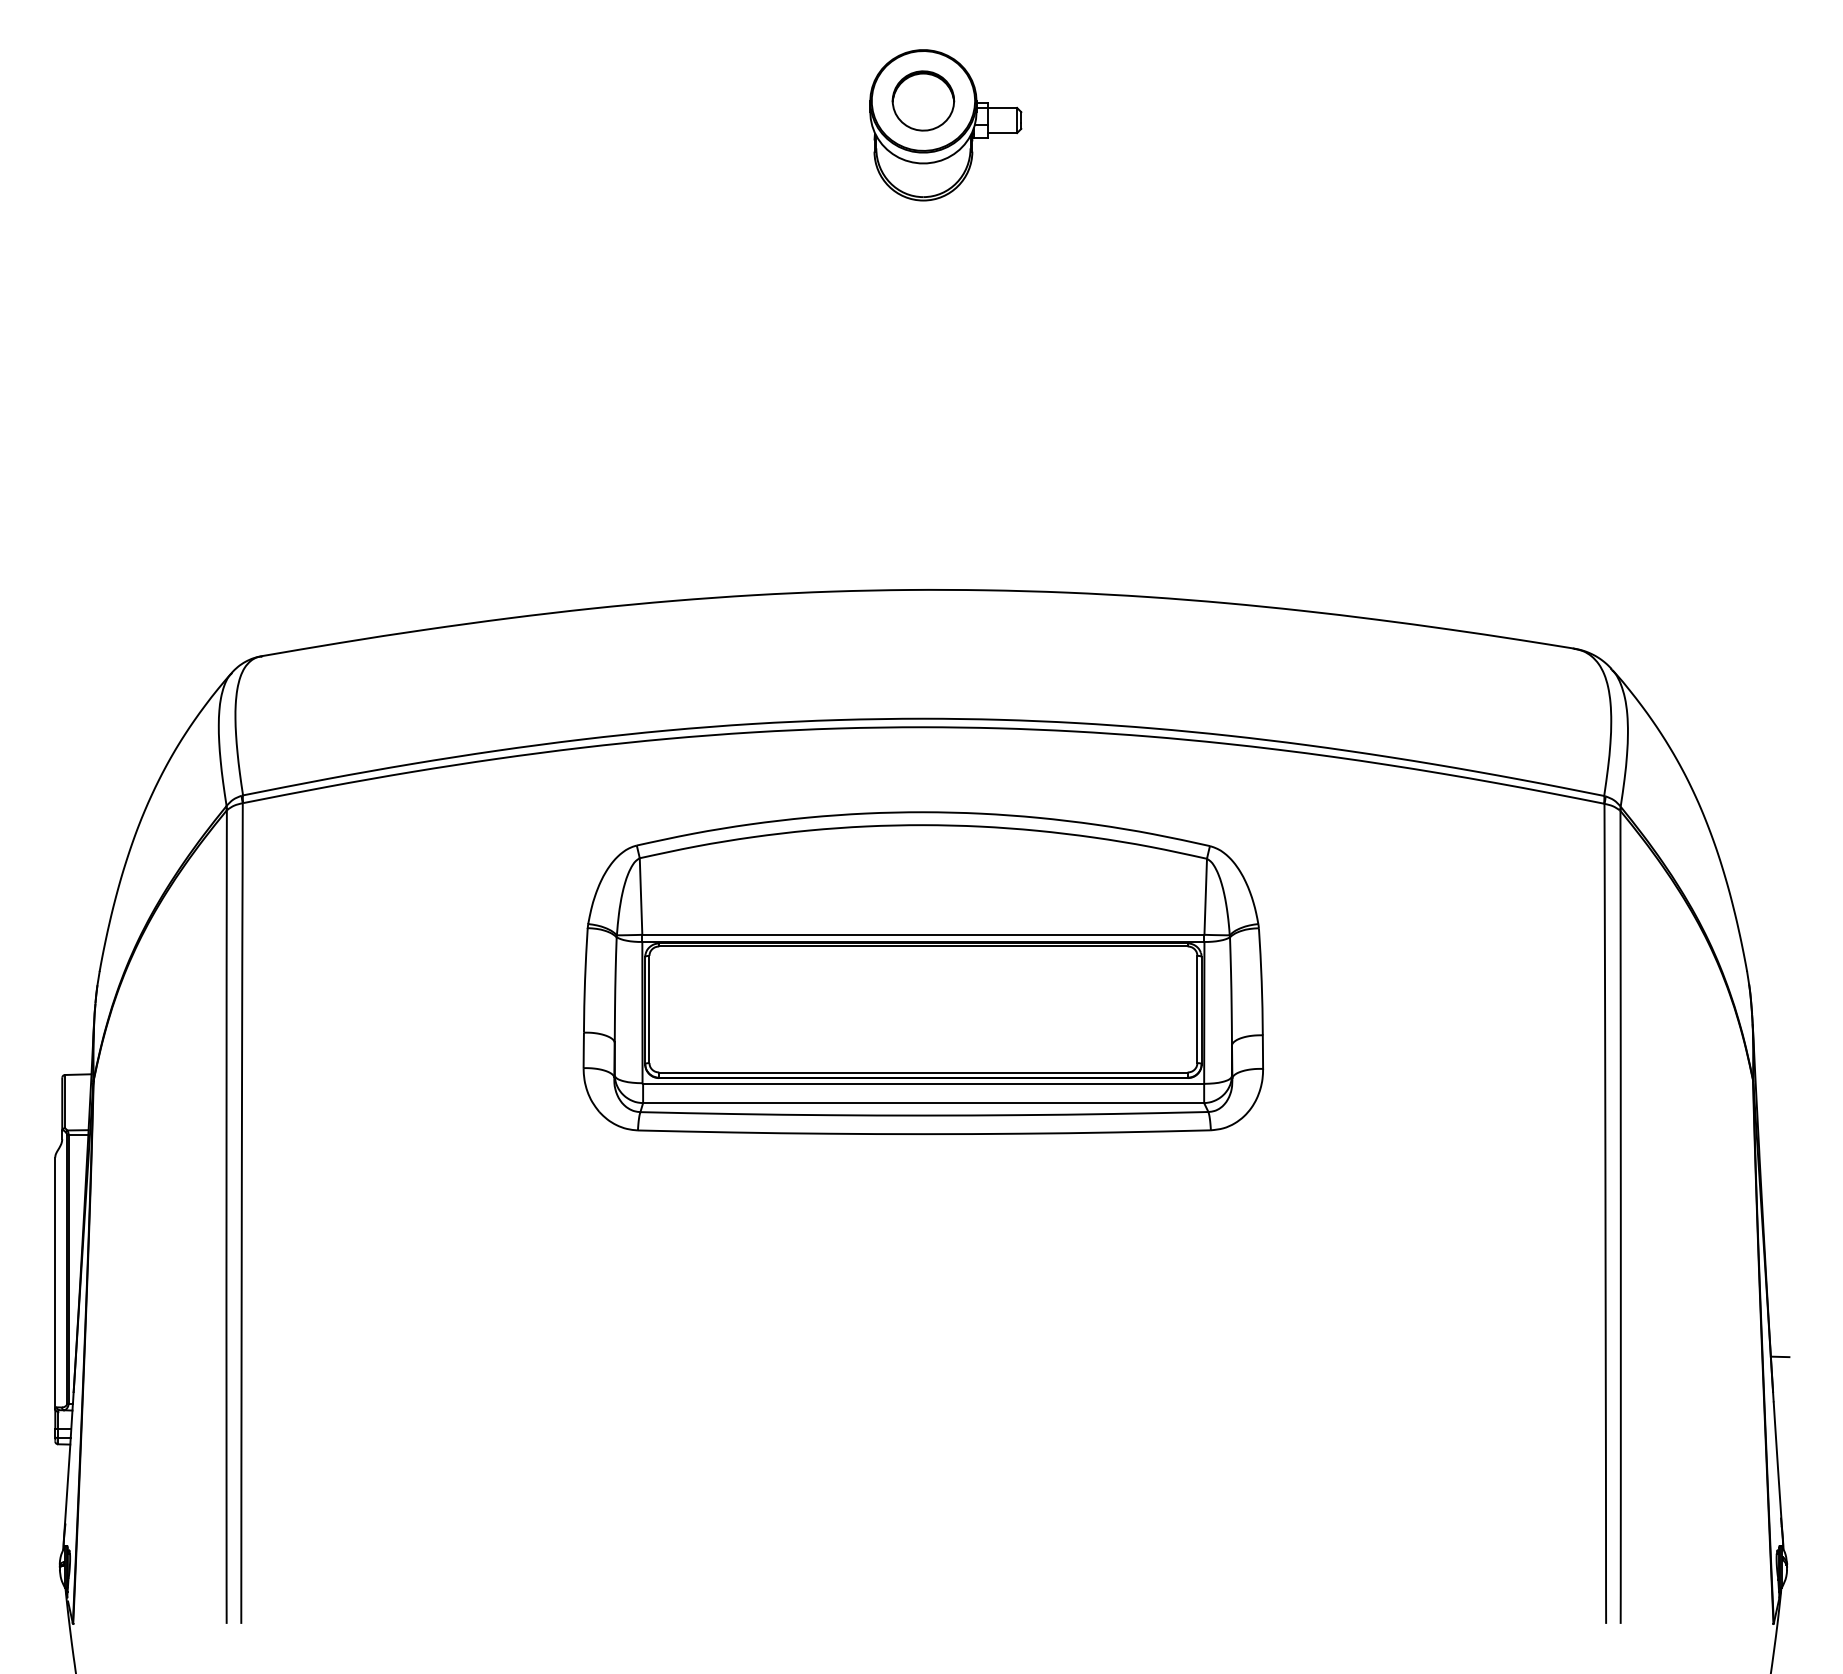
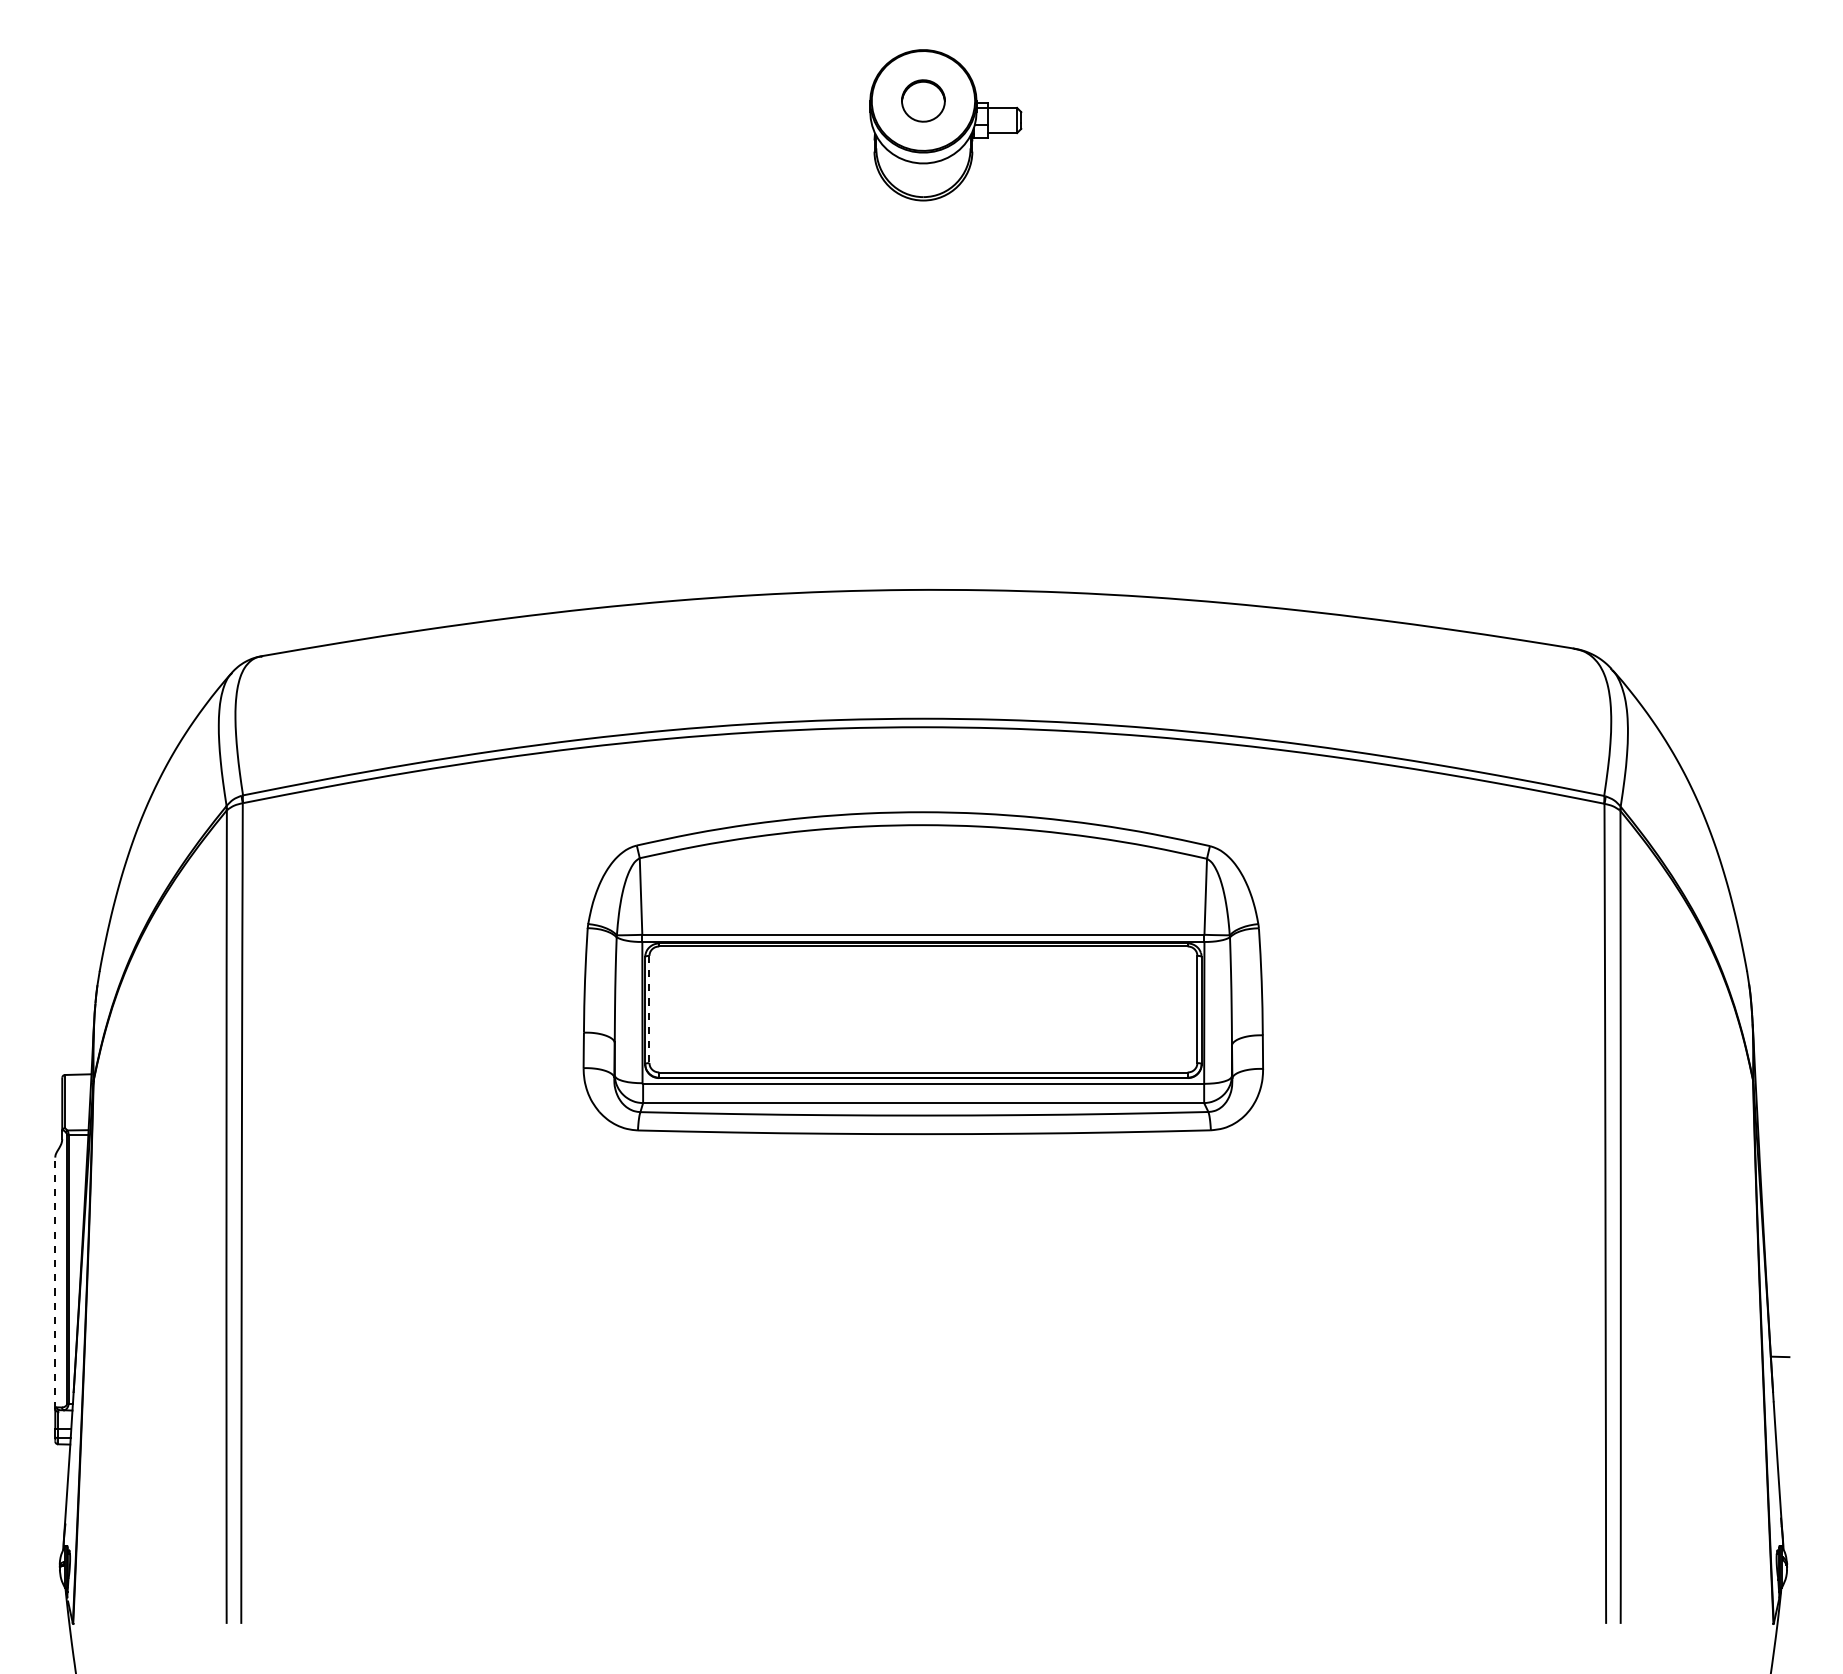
part at (923, 100) size: 65x62 px -> 45x44 px
line at (649, 1009): solid -> dashed
line at (55, 1283): solid -> dashed
